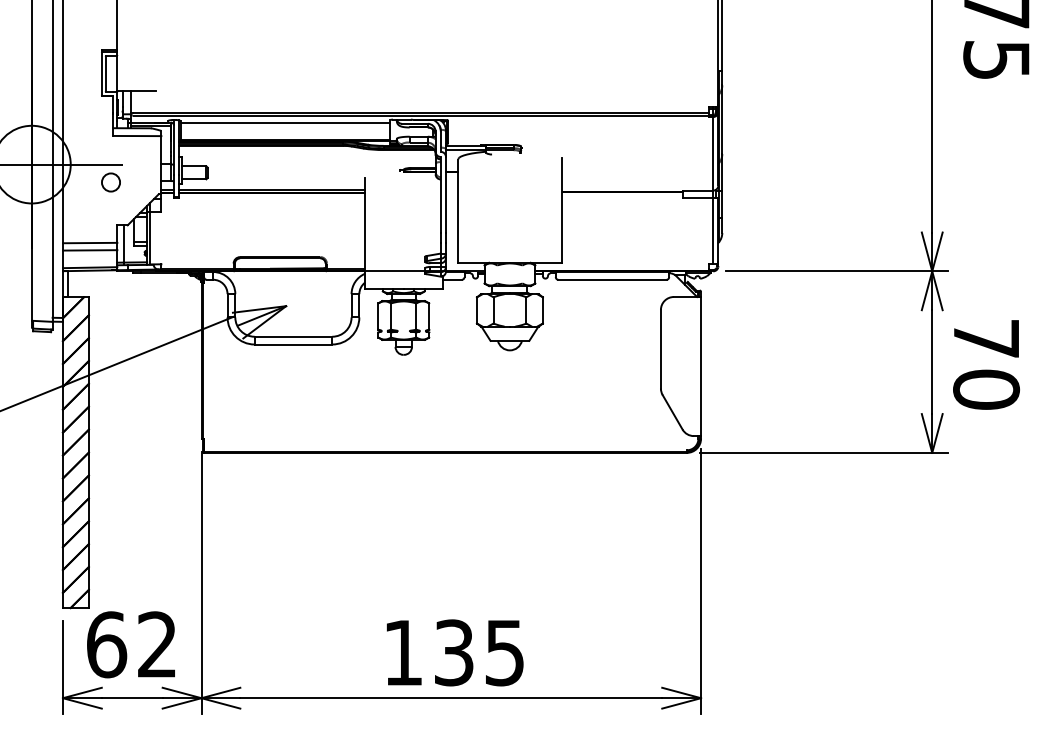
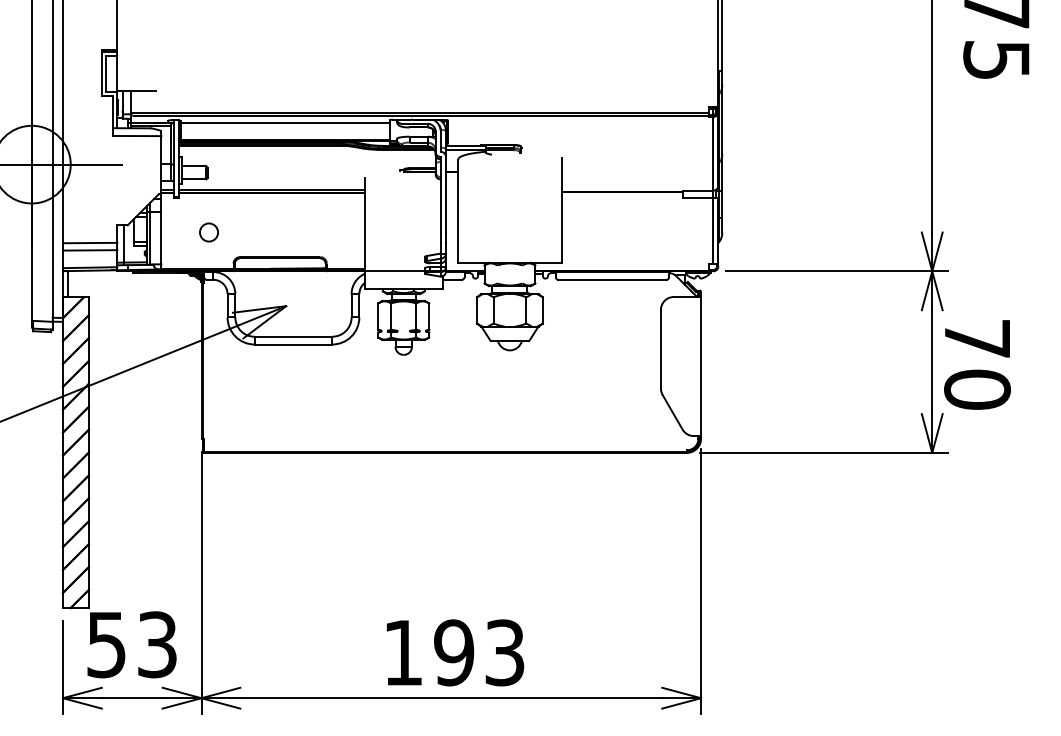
circle at (110, 182) position: (110, 182) -> (208, 232)
line at (161, 238): none -> present
line at (118, 363) position: (118, 363) -> (120, 372)
text at (986, 364) position: (986, 364) -> (977, 364)
text at (131, 644): 62 -> 53
text at (479, 652): 135 -> 193
